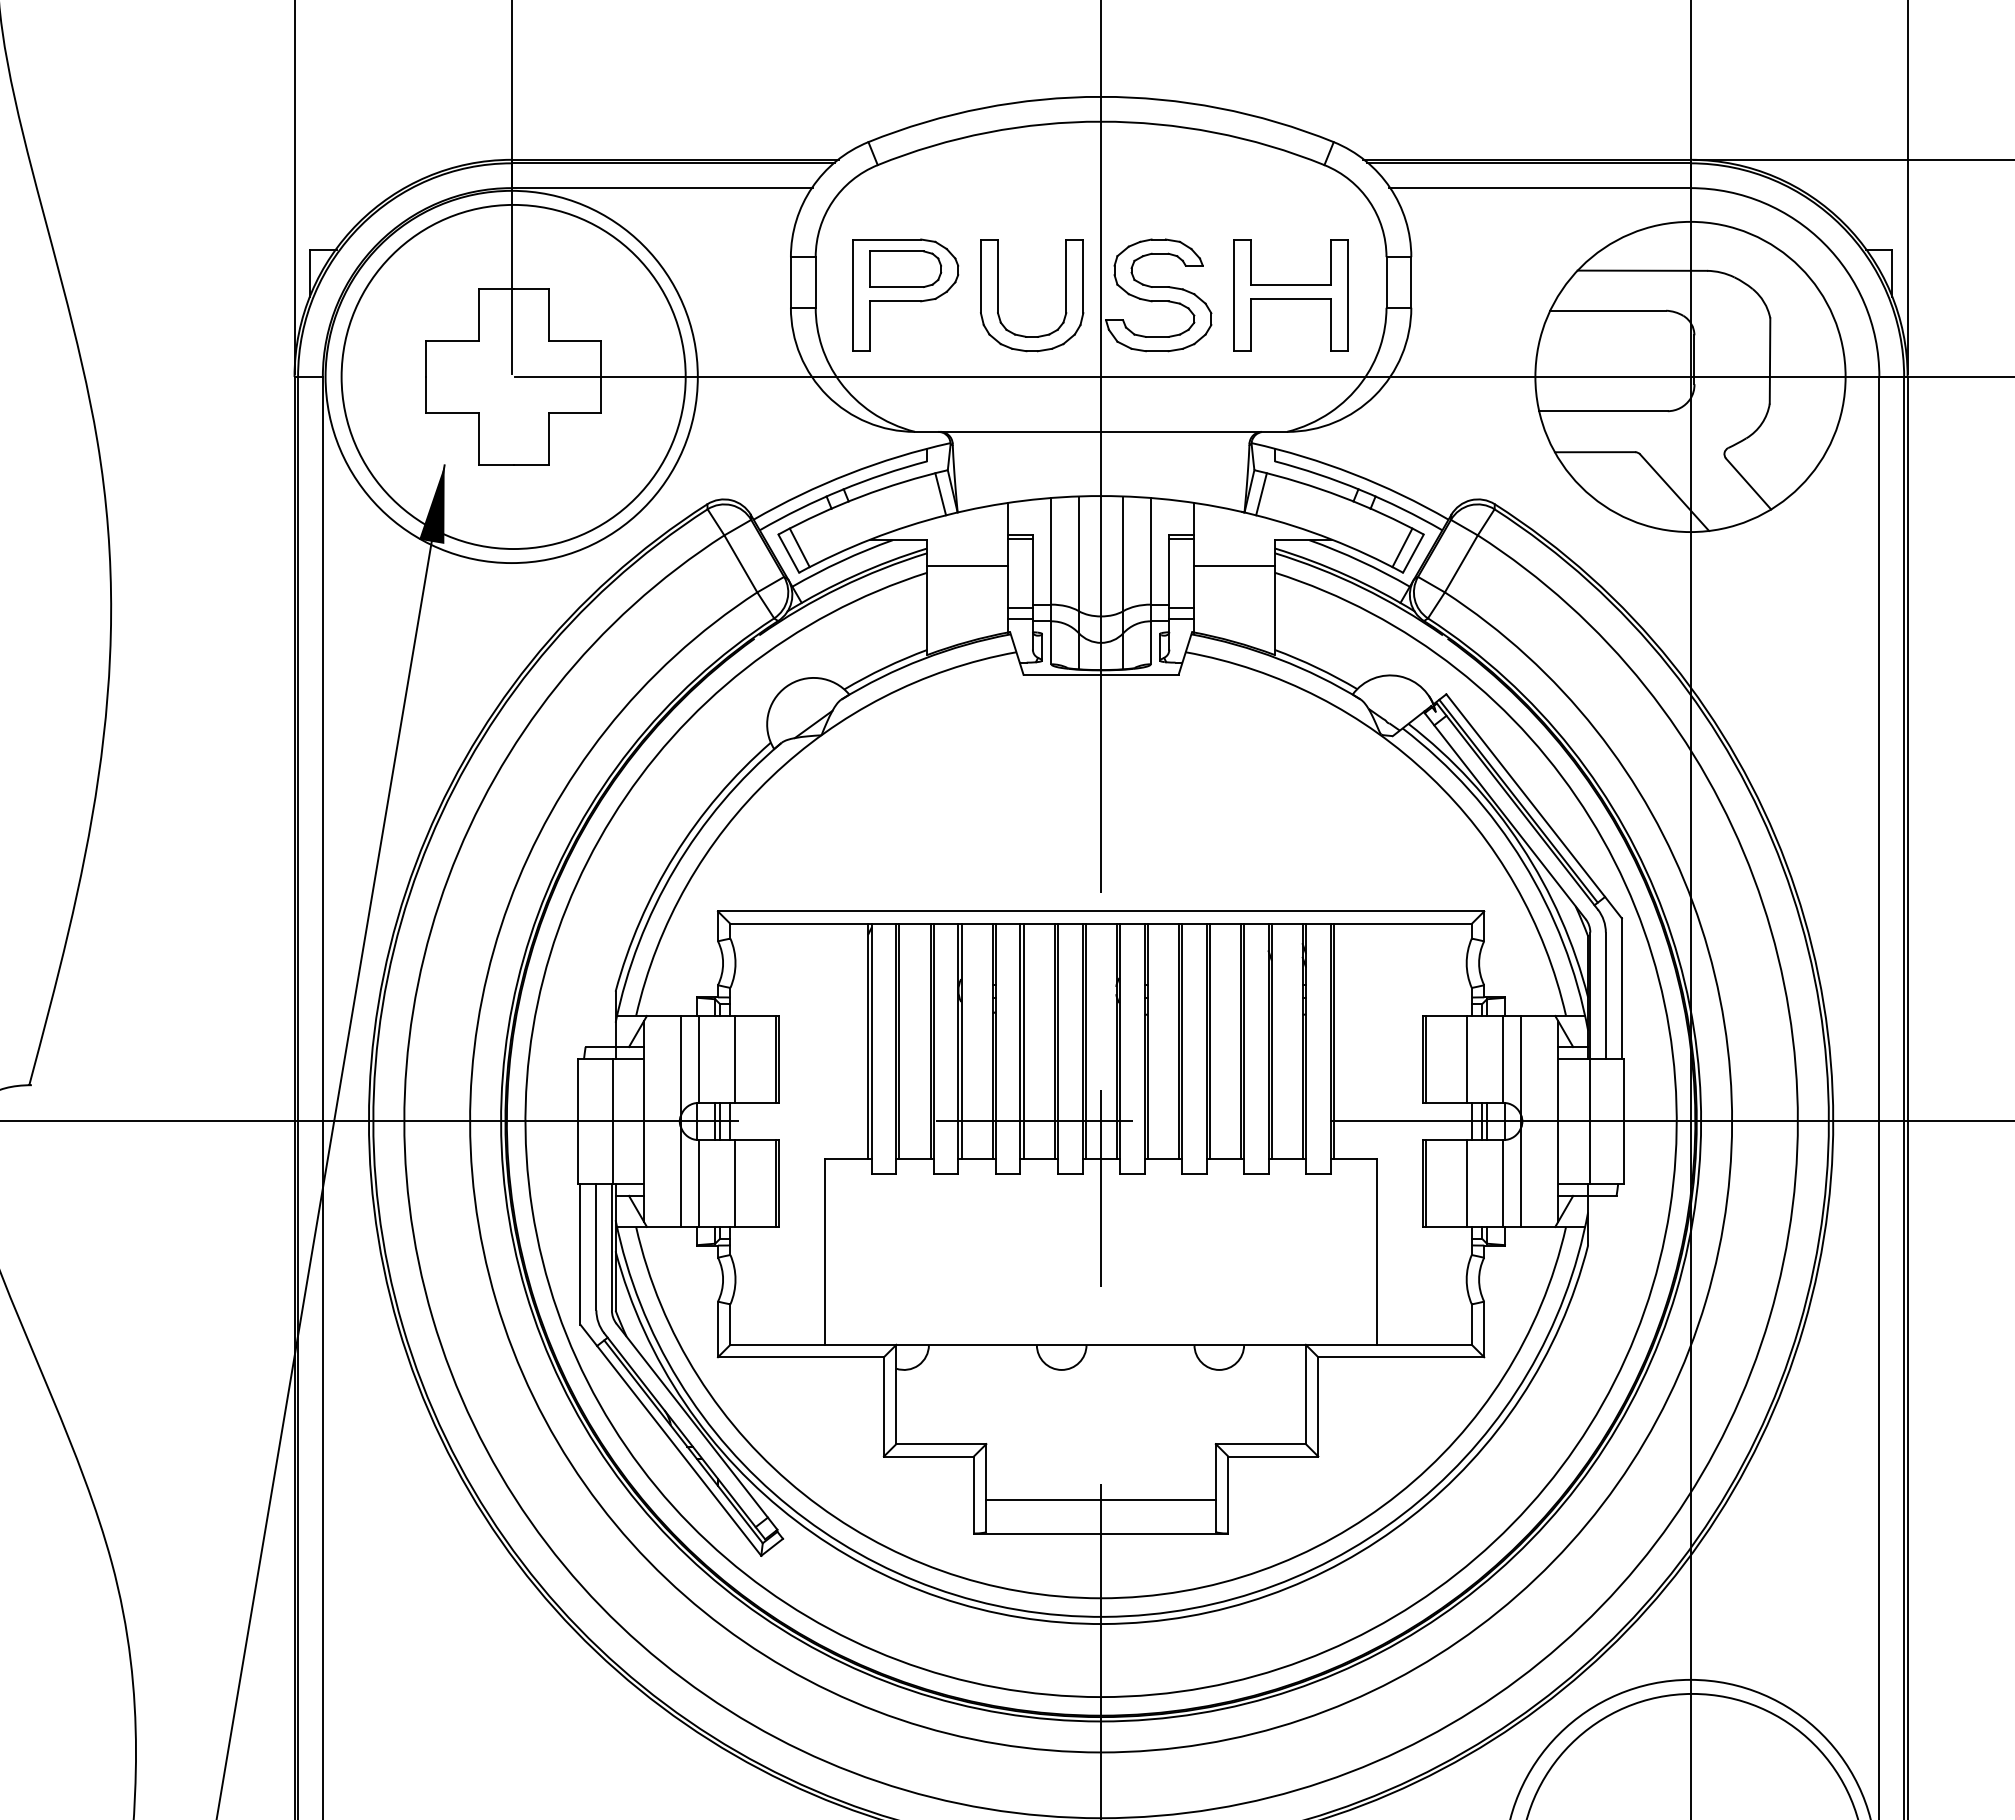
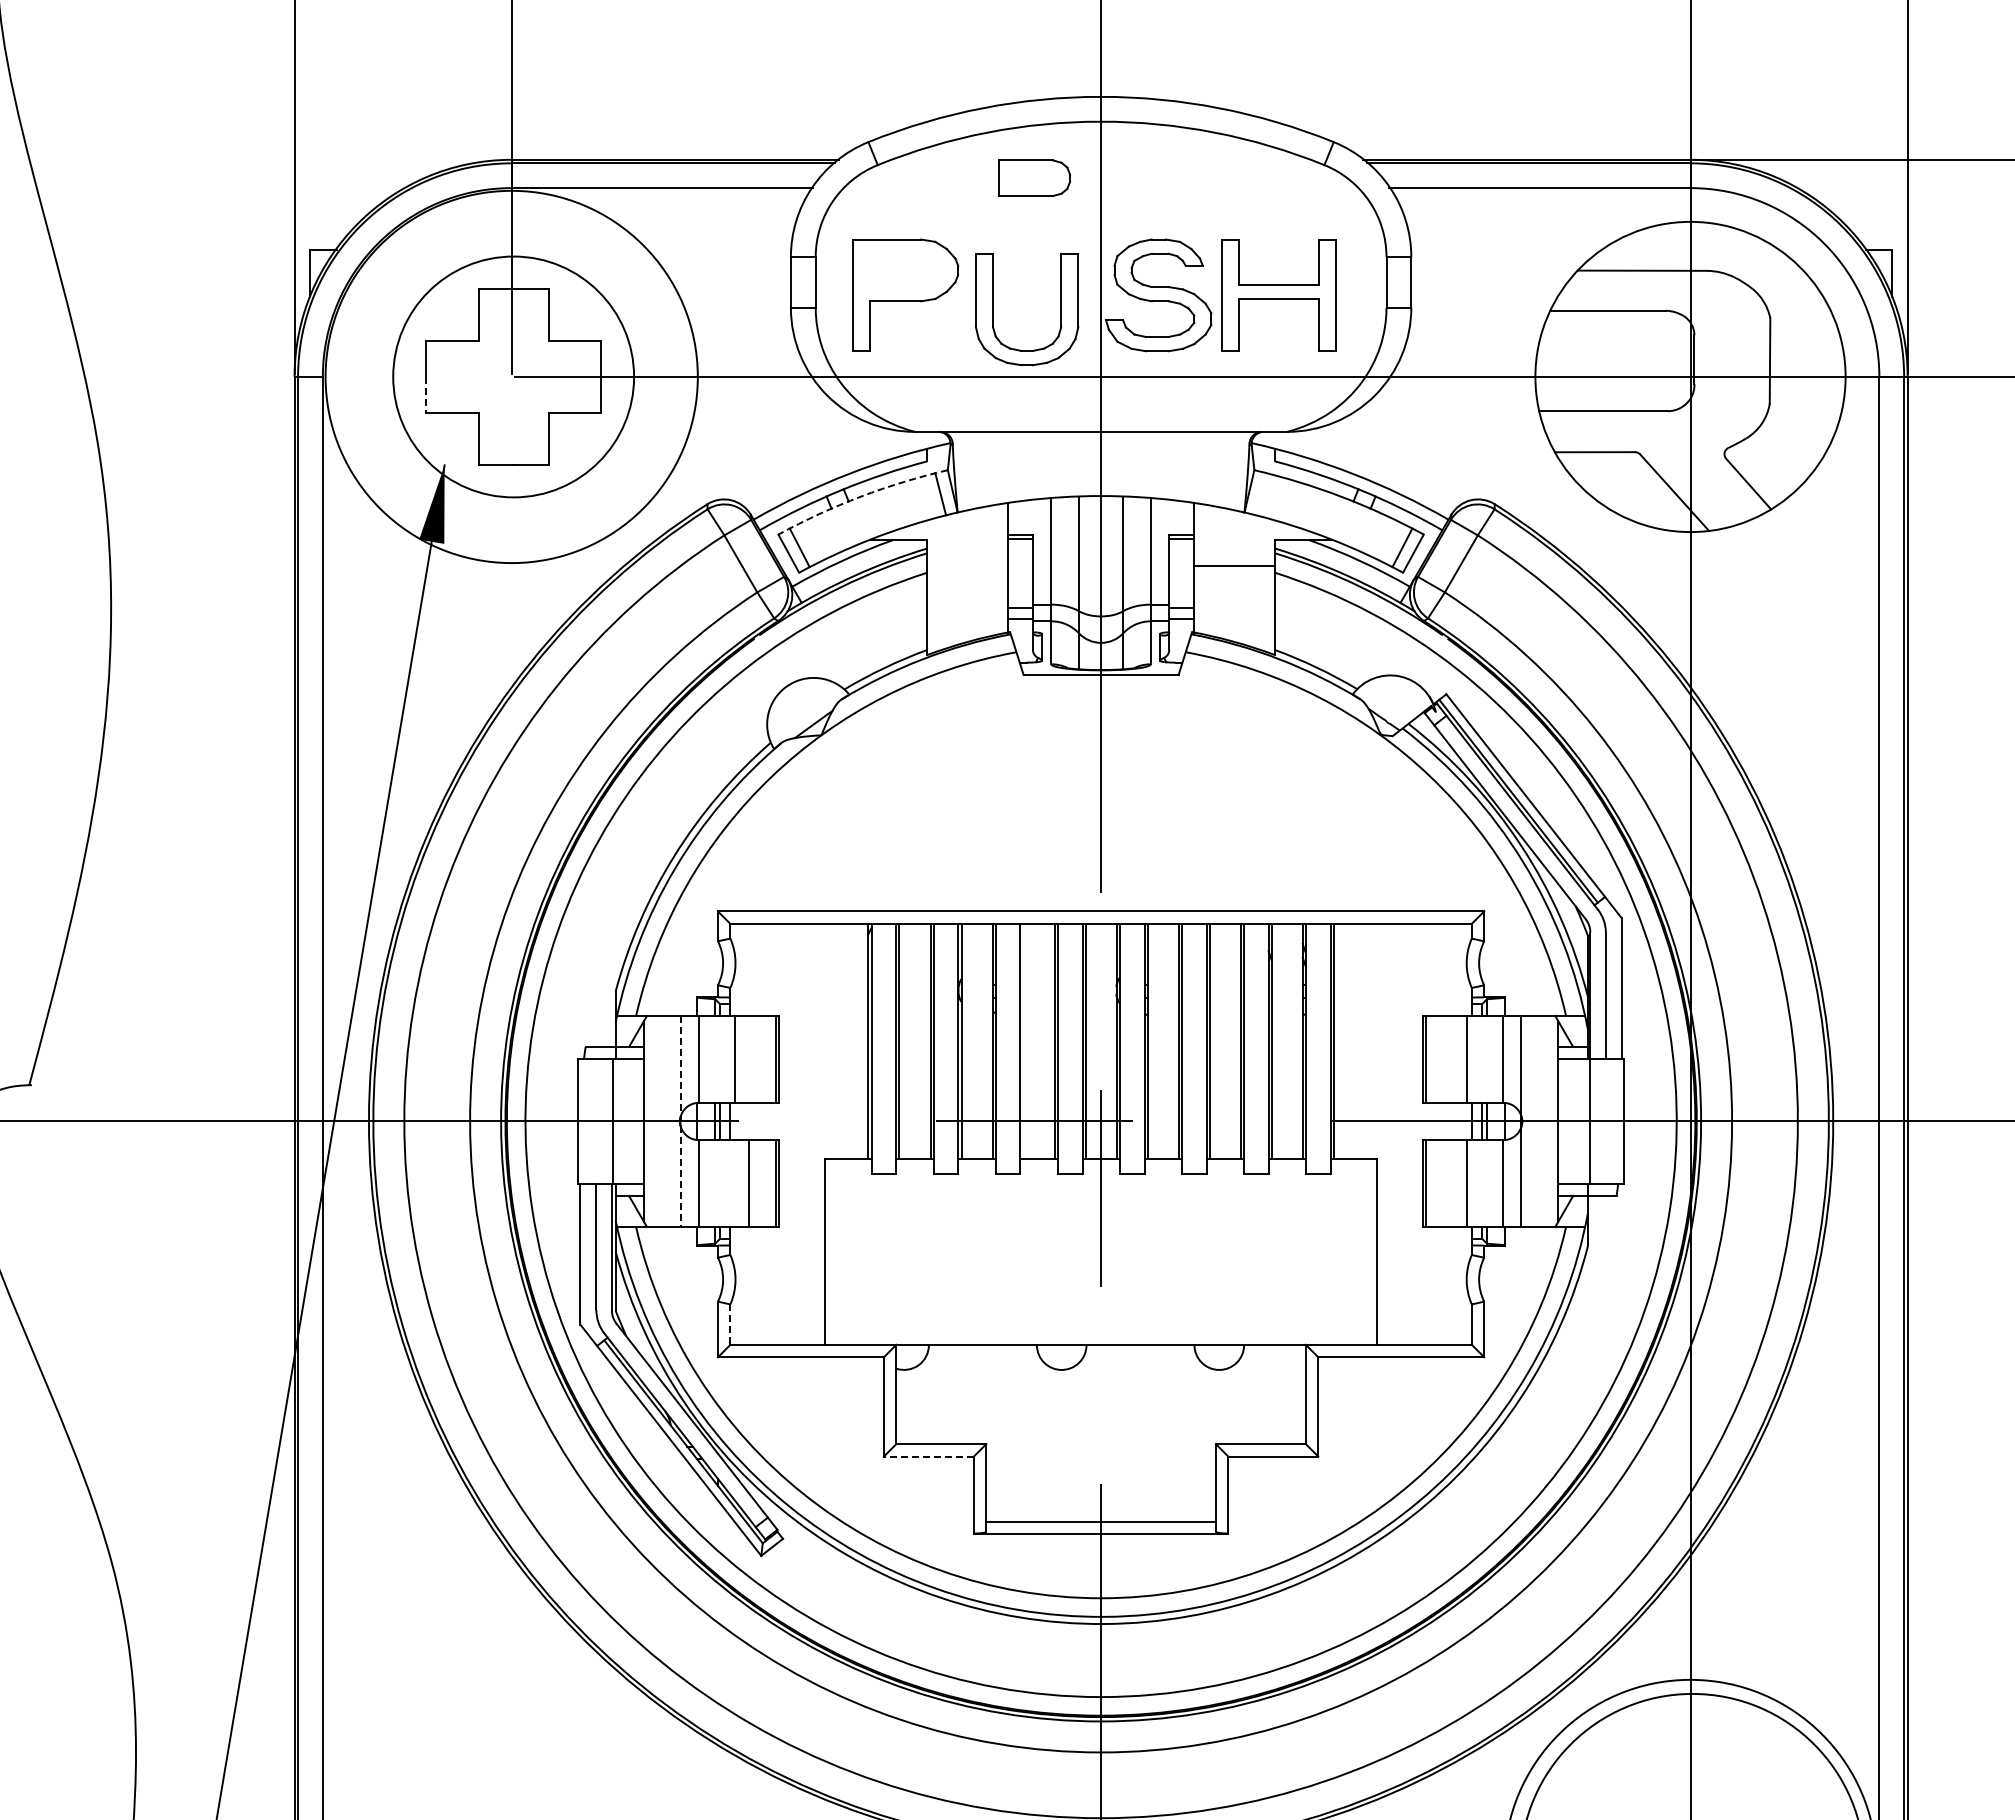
part at (905, 268) position: (905, 268) -> (1034, 177)
part at (1065, 295) position: (1065, 295) -> (1060, 309)
part at (1290, 295) position: (1290, 295) -> (1278, 295)
circle at (513, 376) diameter: 344 px -> 241 px
line at (426, 395): solid -> dashed
line at (1261, 494): present -> none
arc at (860, 496): solid -> dashed
line at (967, 566): present -> none
line at (1023, 1040): present -> none
line at (681, 1121): solid -> dashed
line at (735, 1183) position: (735, 1183) -> (749, 1183)
line at (730, 1325): solid -> dashed
line at (928, 1456): solid -> dashed
line at (1100, 1499) position: (1100, 1499) -> (1100, 1521)
